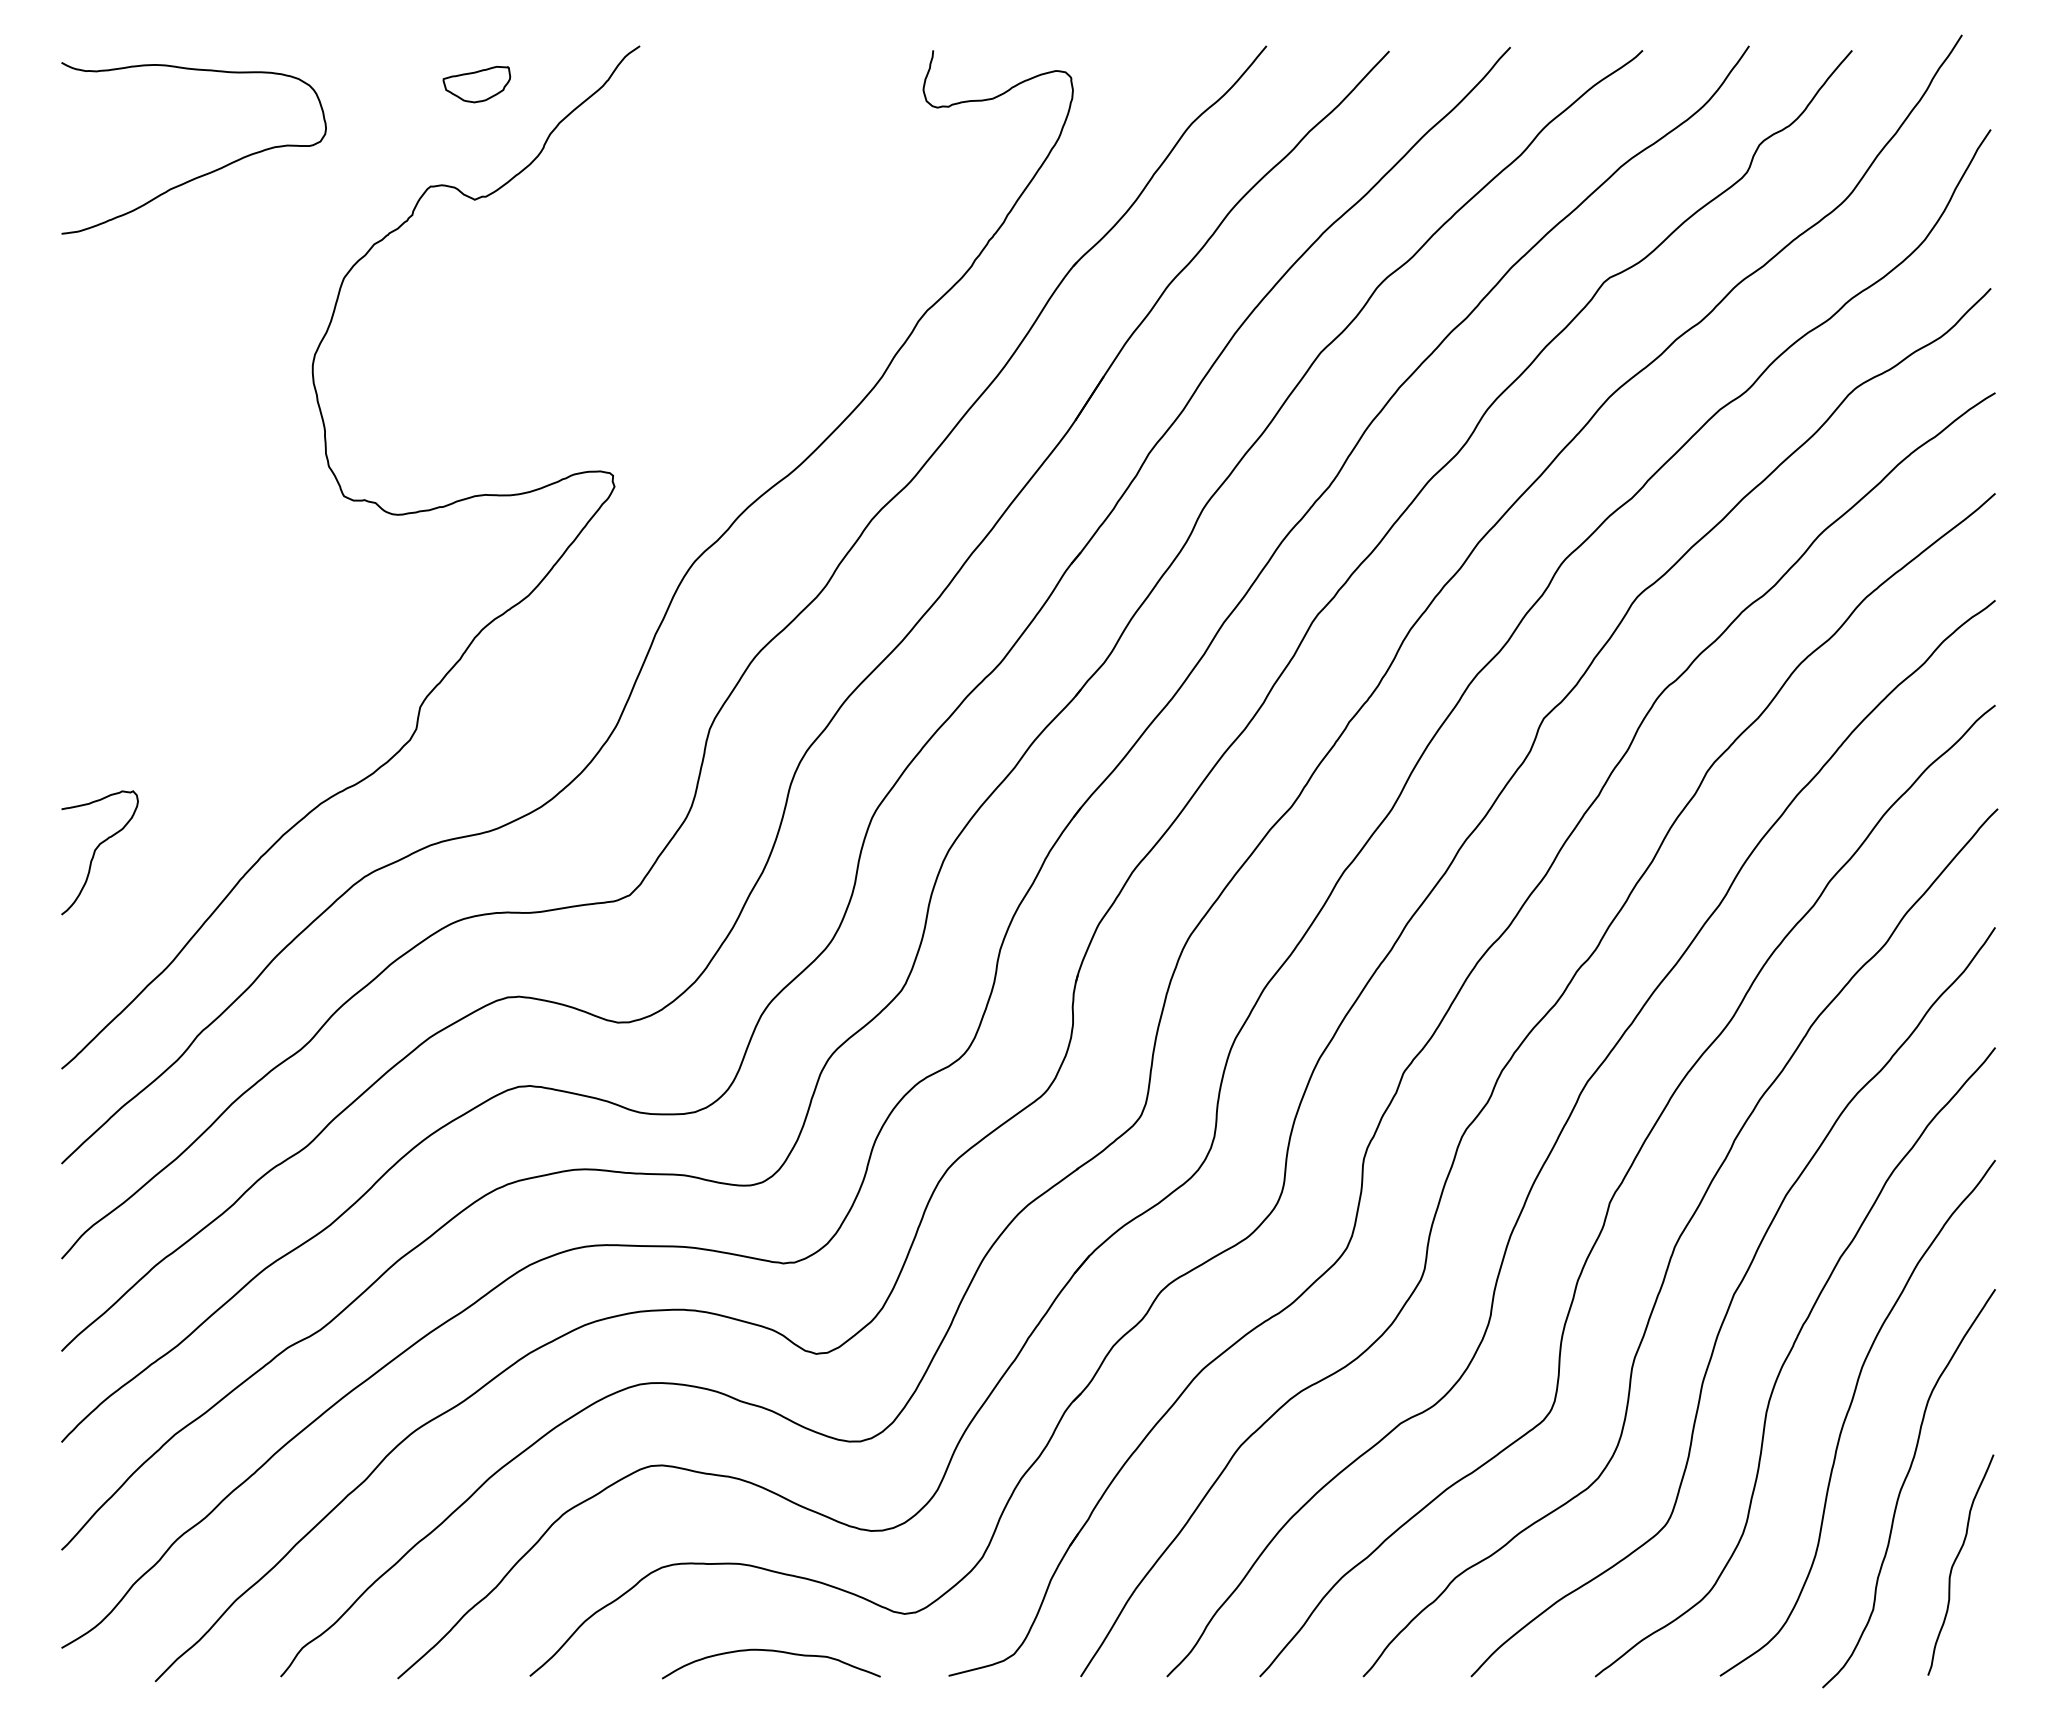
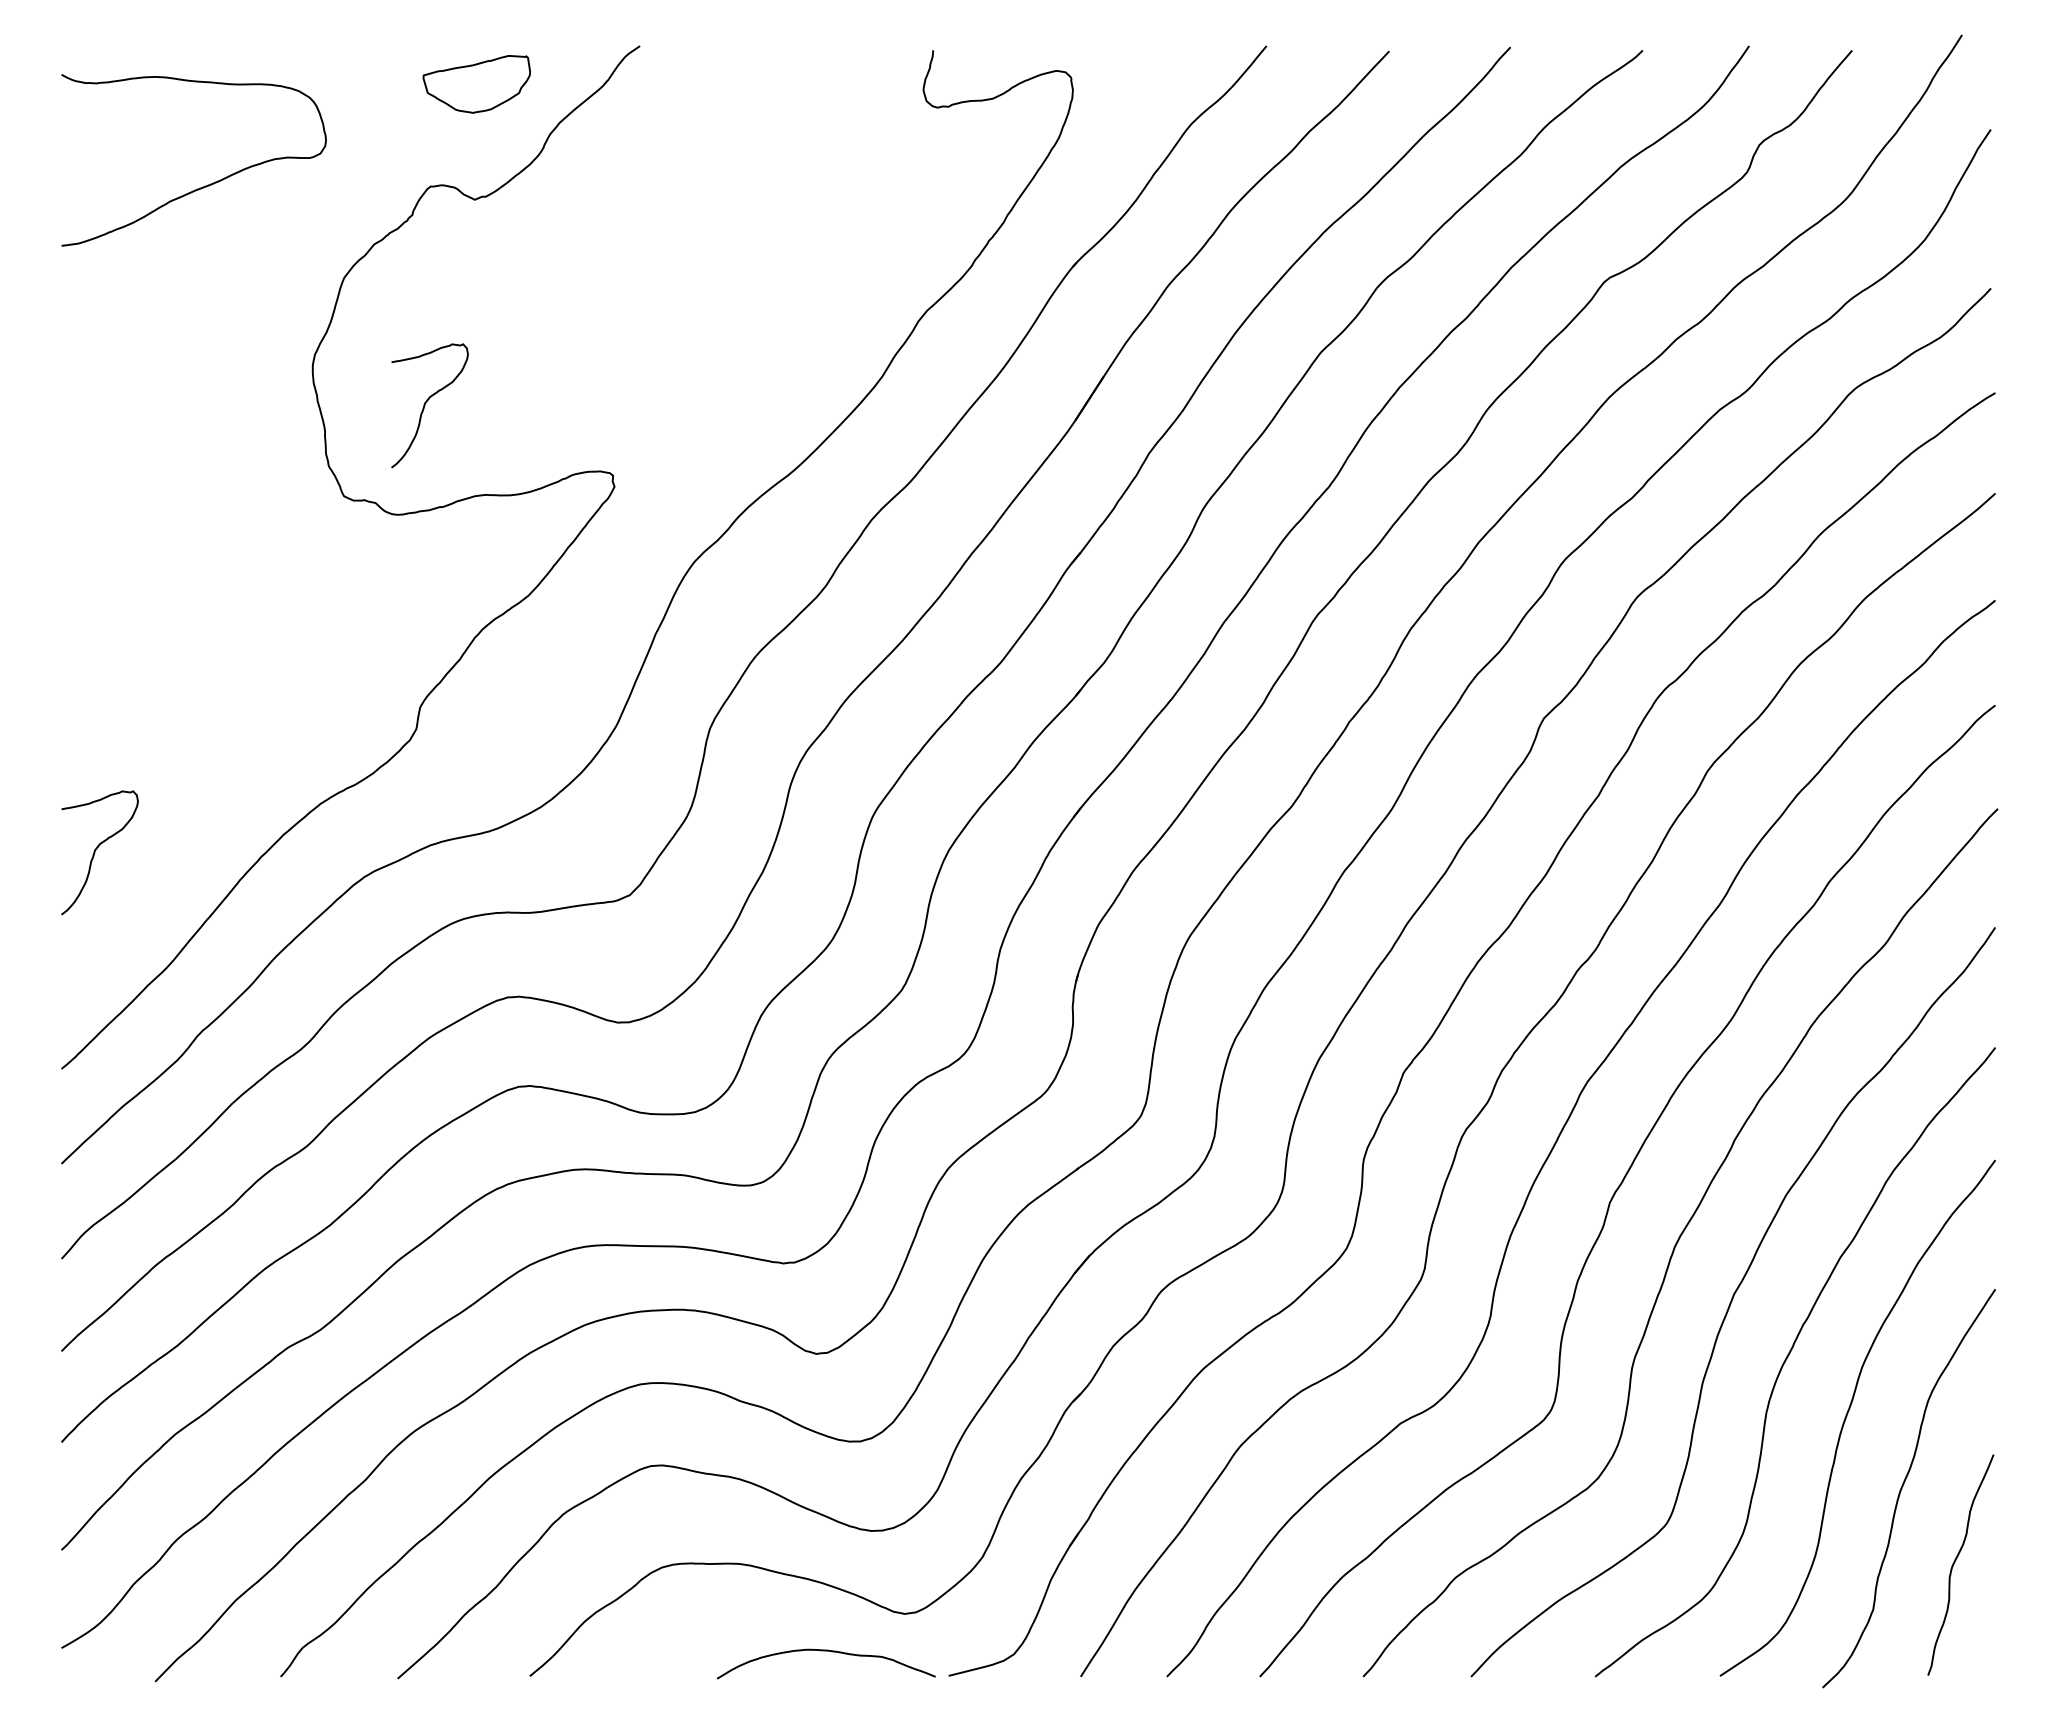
part at (476, 84) size: 70x38 px -> 109x59 px
curve at (202, 174) position: (202, 174) -> (202, 186)
curve at (426, 403): none -> present
curve at (771, 1651) position: (771, 1651) -> (826, 1651)
